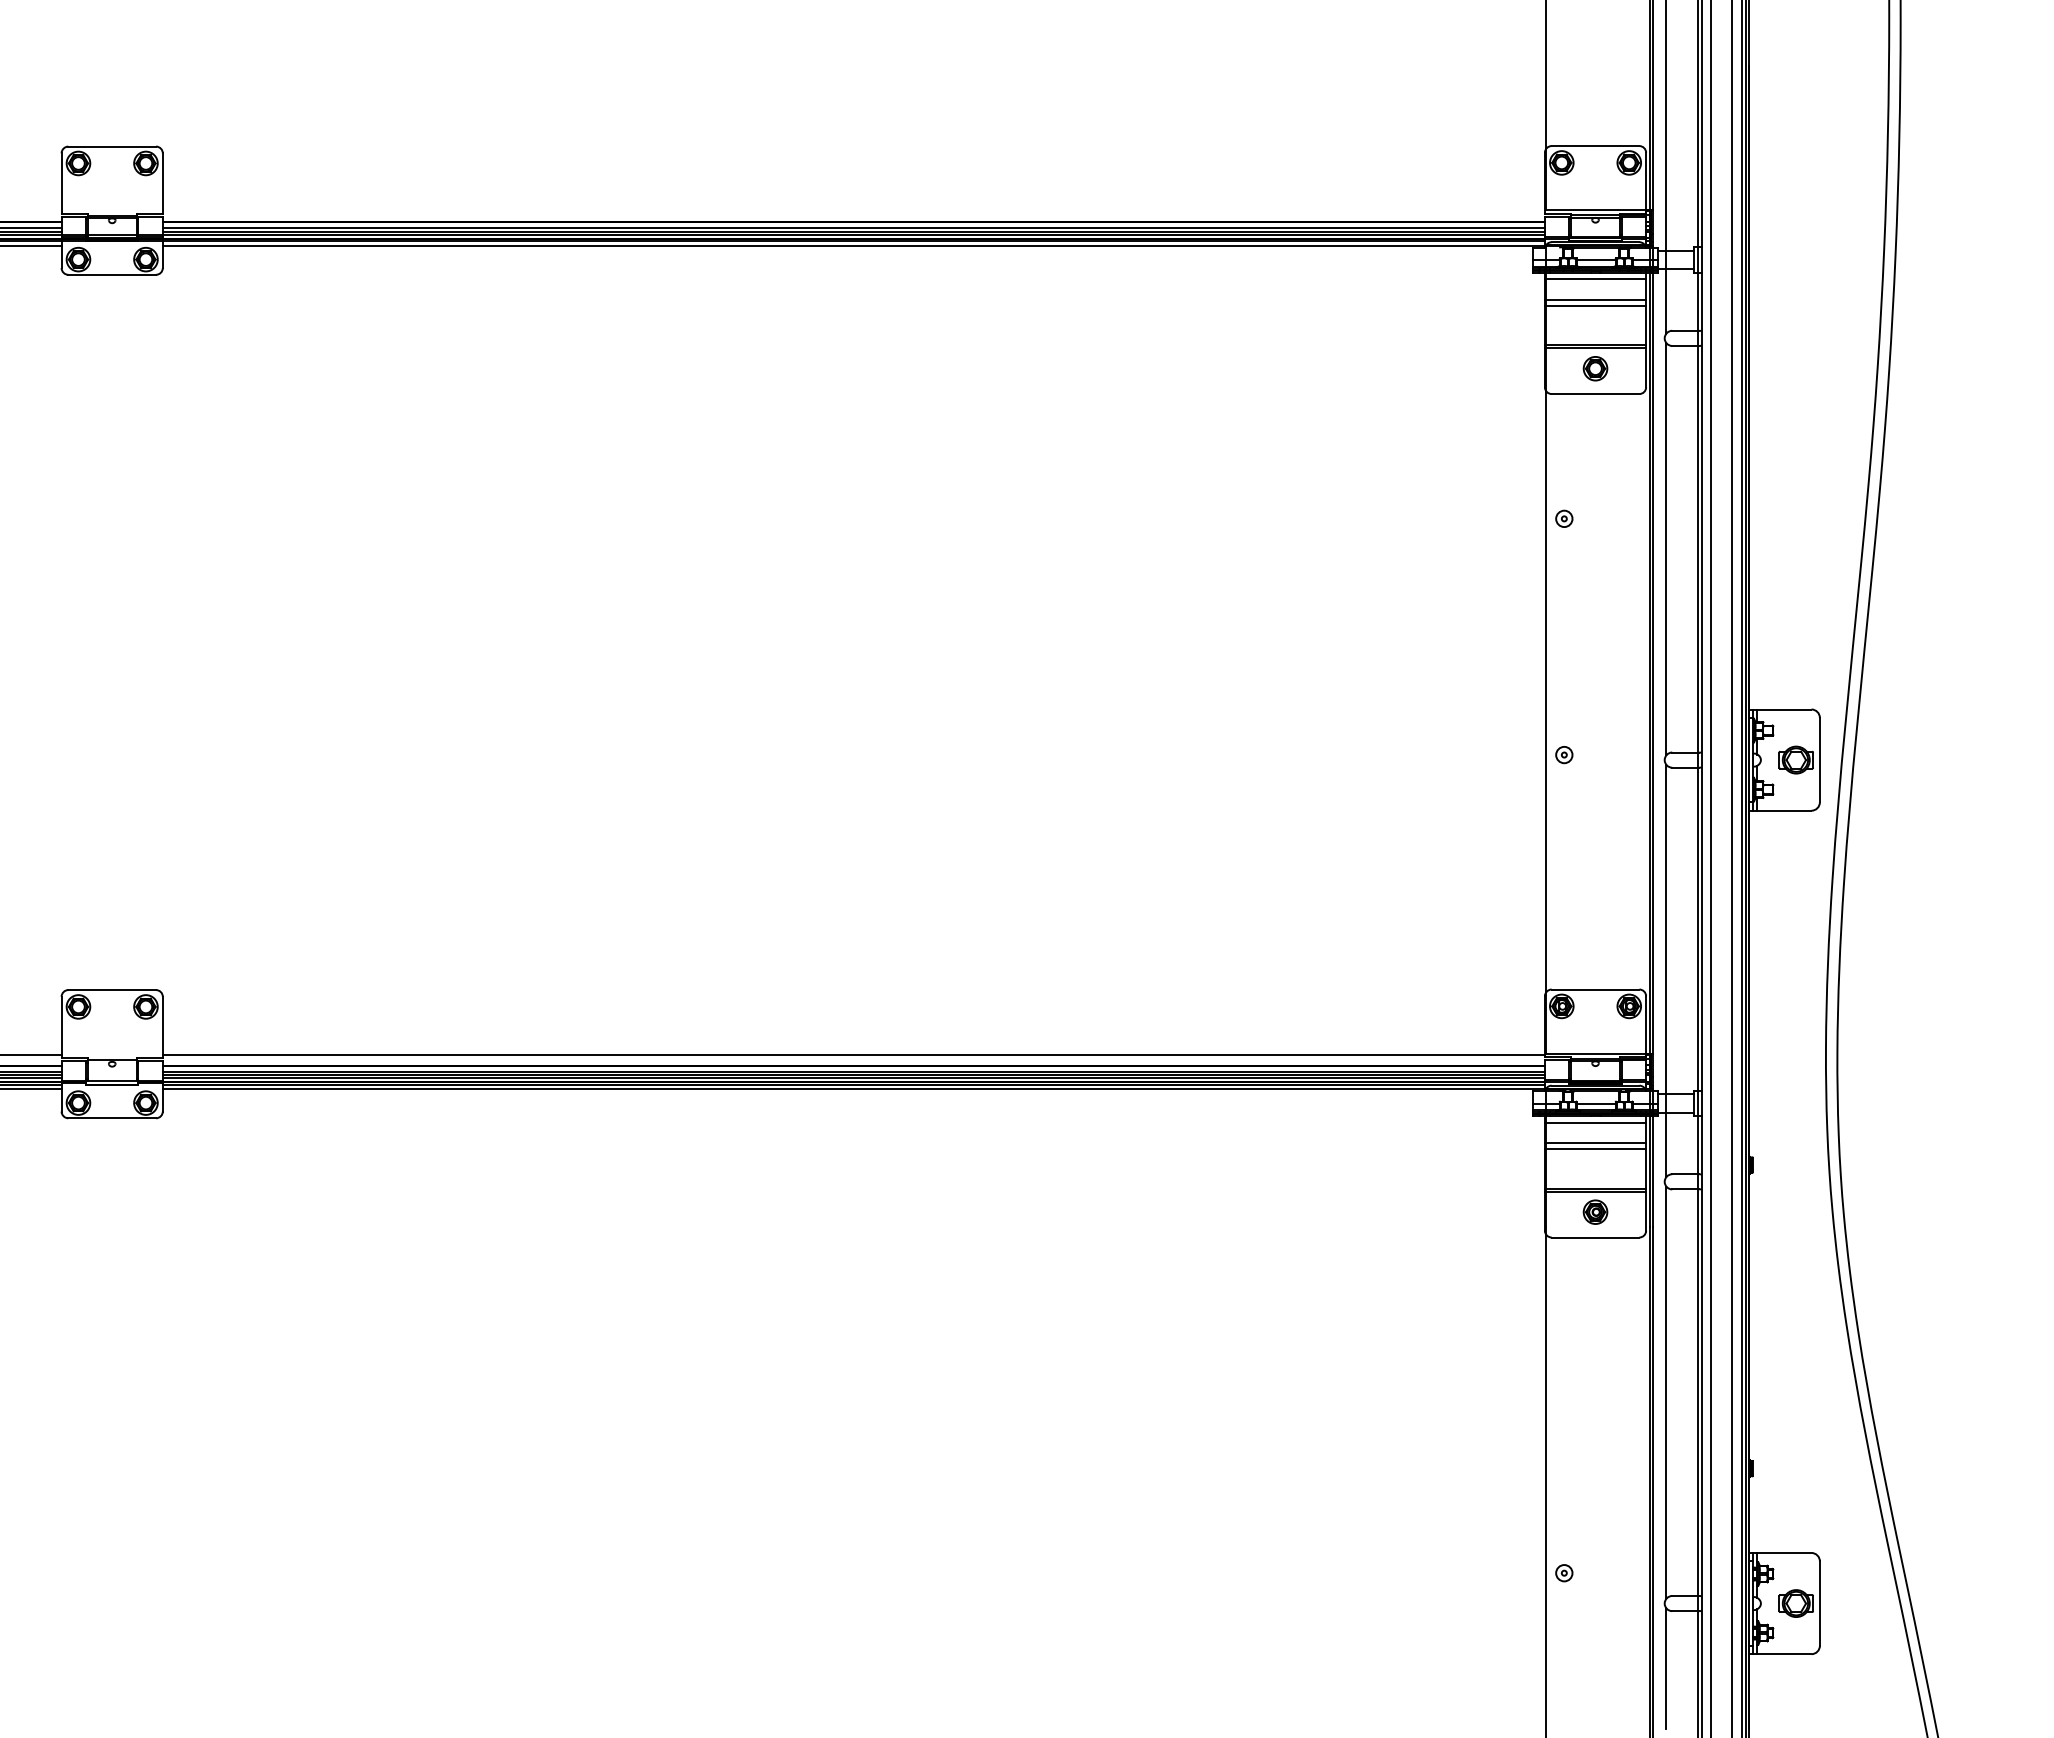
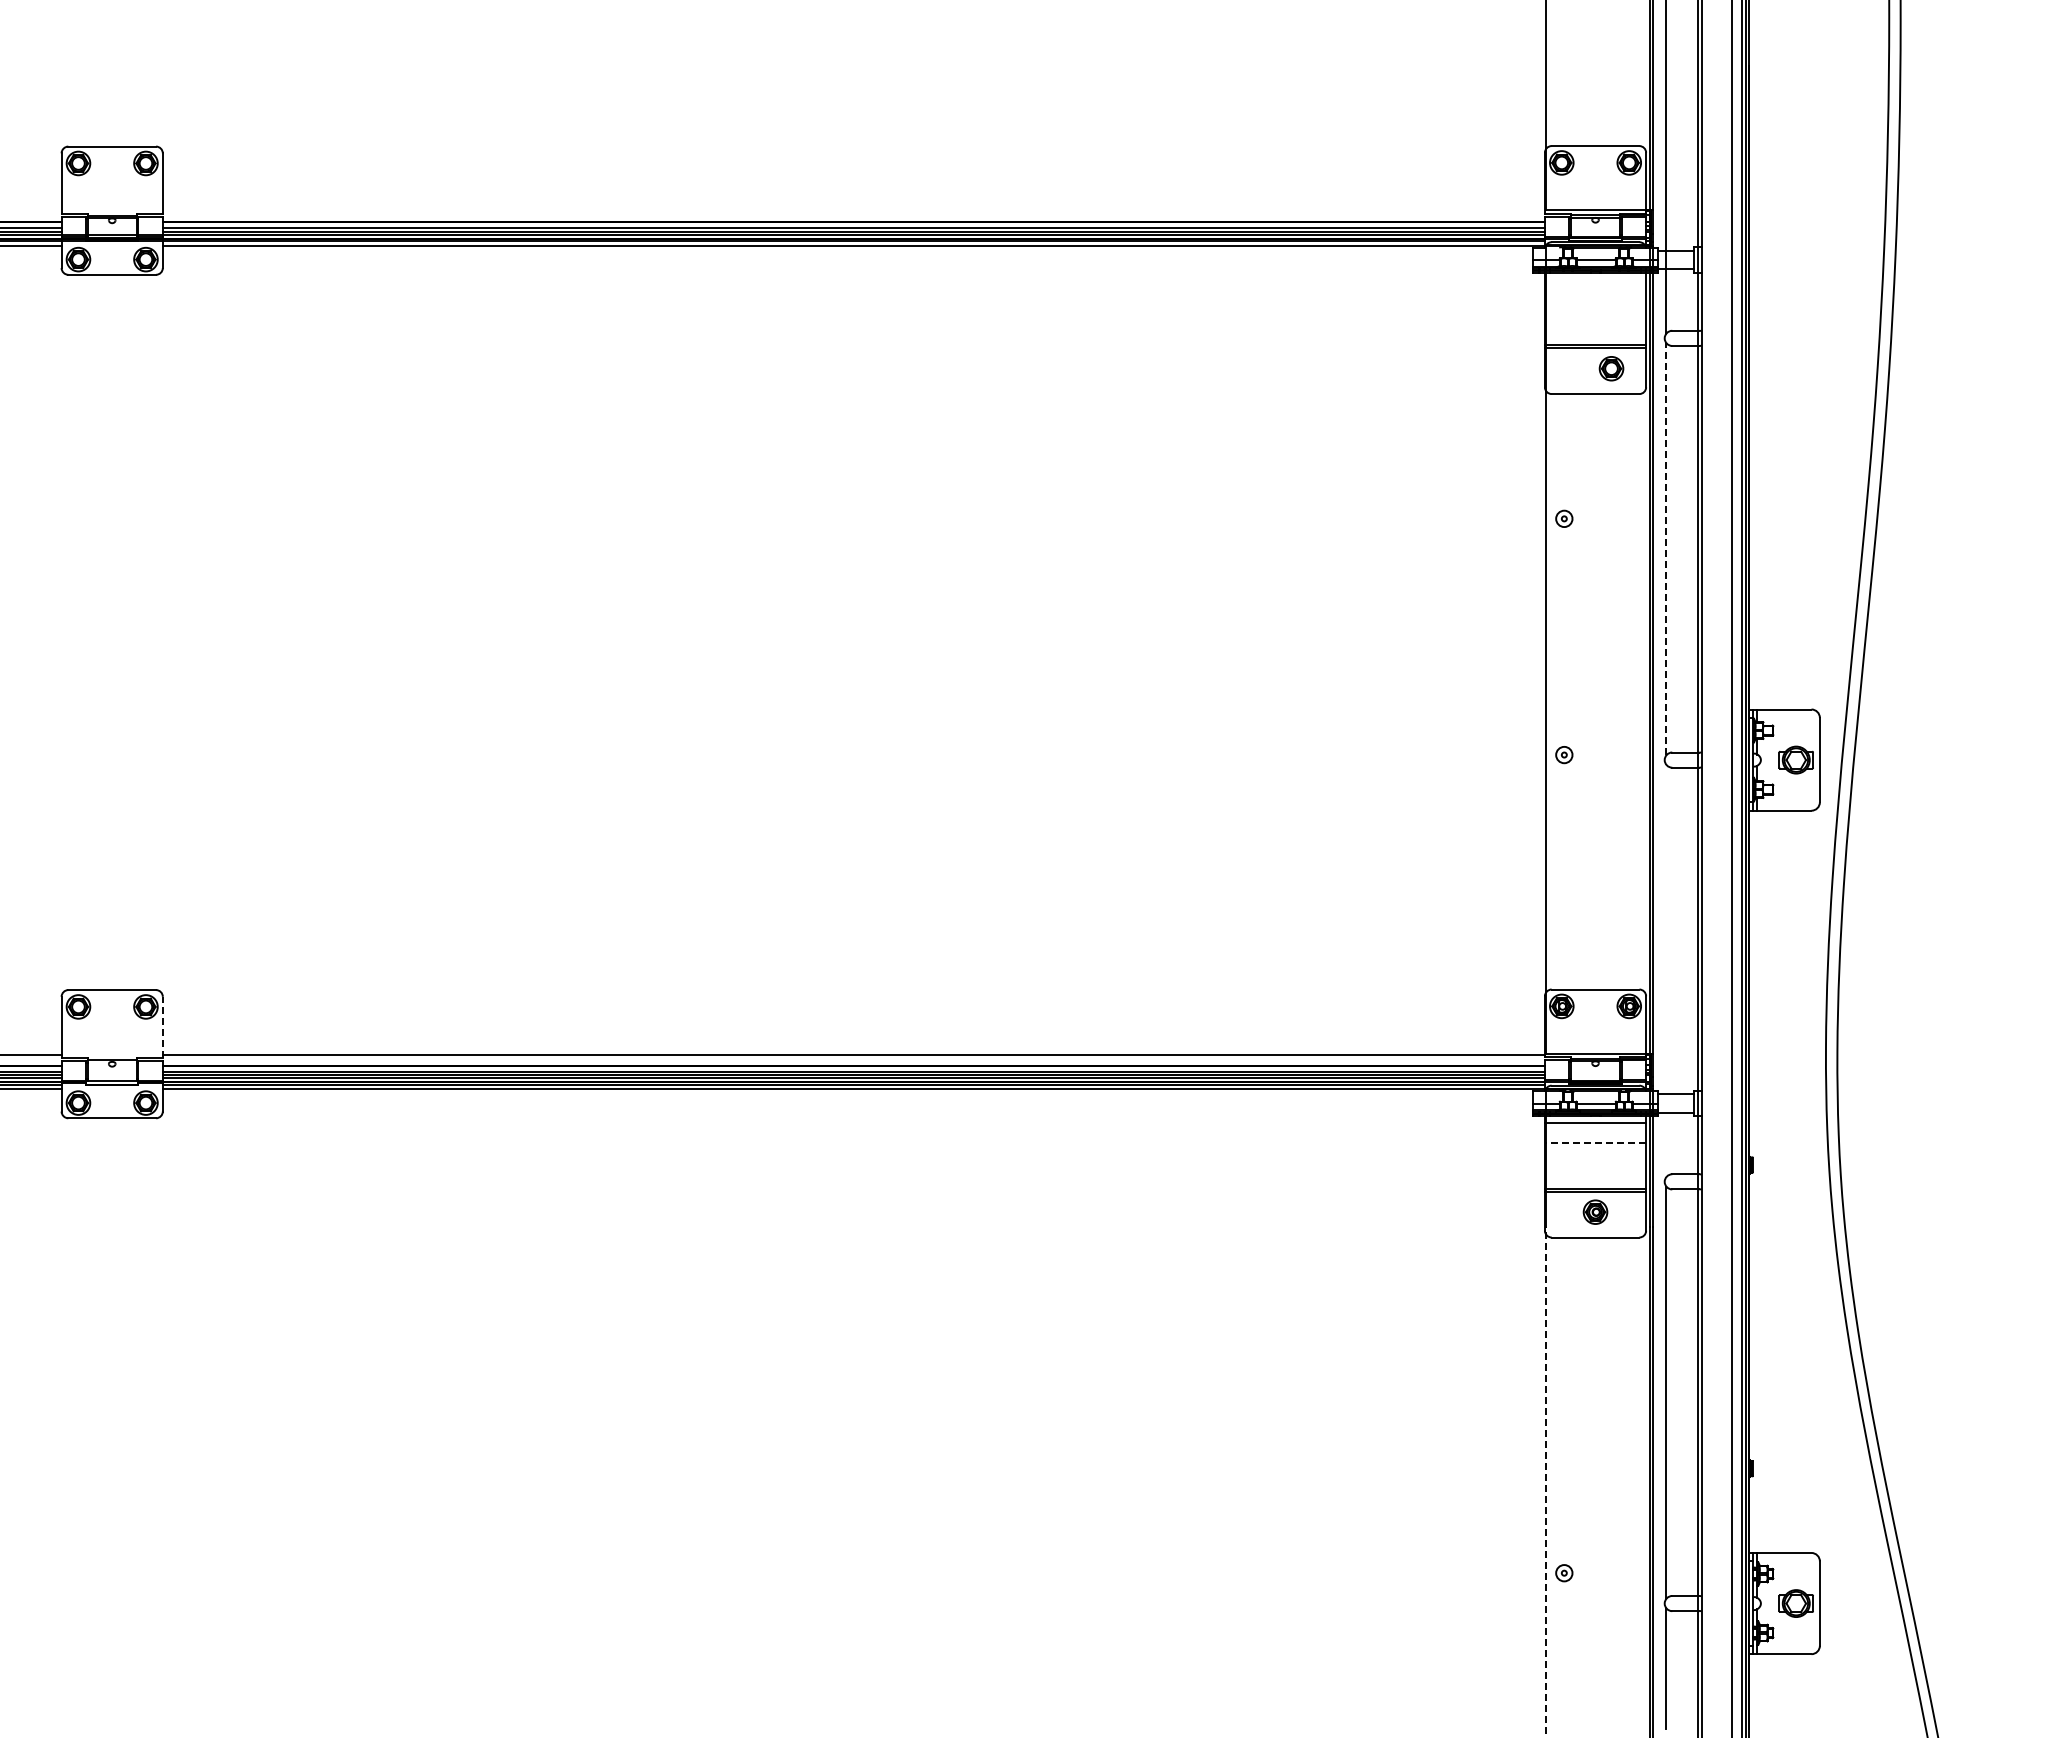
line at (1595, 279): present -> none
line at (1595, 299): present -> none
line at (1595, 305): present -> none
part at (1595, 368) position: (1595, 368) -> (1611, 368)
line at (1666, 548): solid -> dashed
line at (1711, 868): present -> none
line at (1666, 970): present -> none
line at (162, 1026): solid -> dashed
line at (1595, 1143): solid -> dashed
line at (1595, 1149): present -> none
line at (1545, 1481): solid -> dashed
